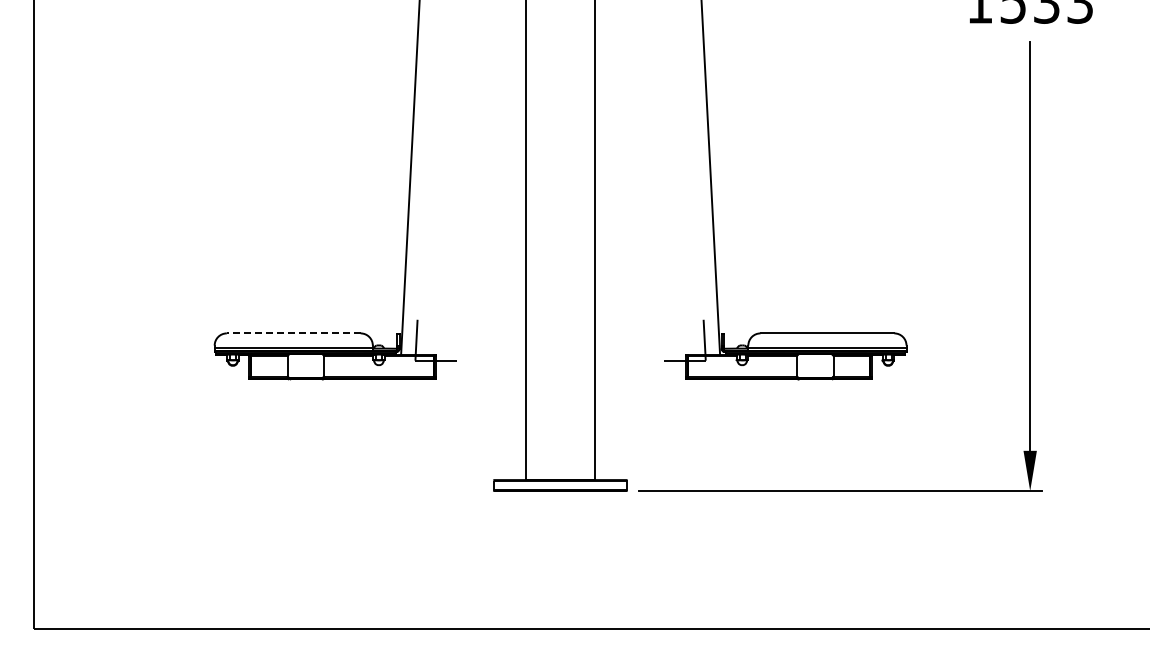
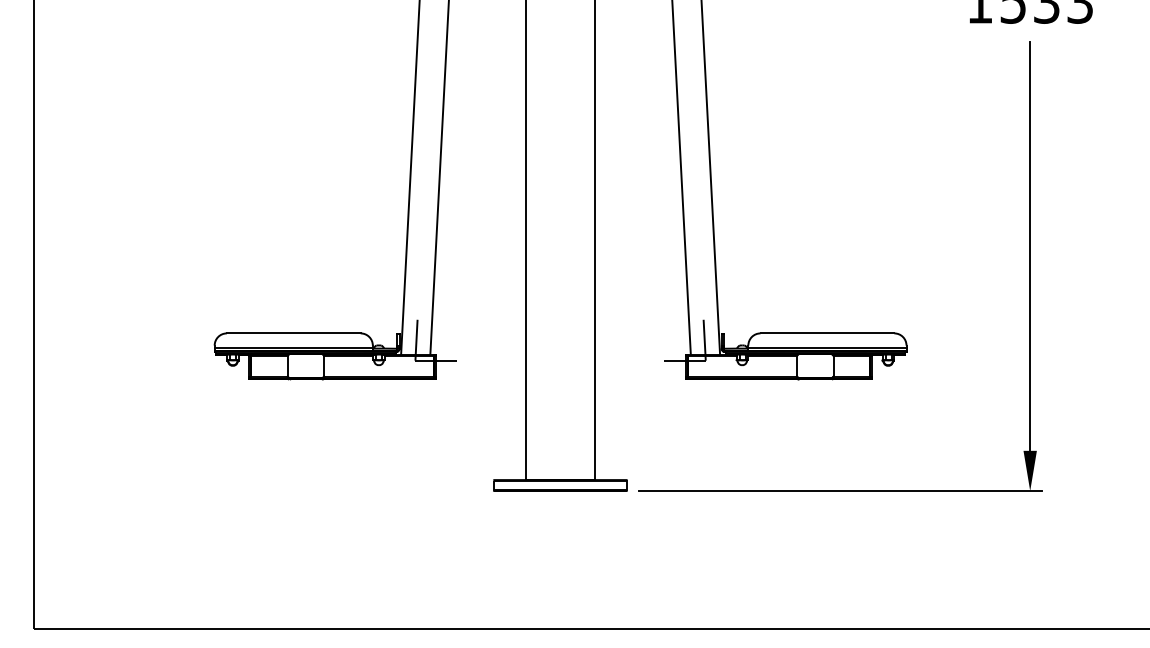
line at (439, 178): none -> present
line at (681, 178): none -> present
line at (293, 333): dashed -> solid
